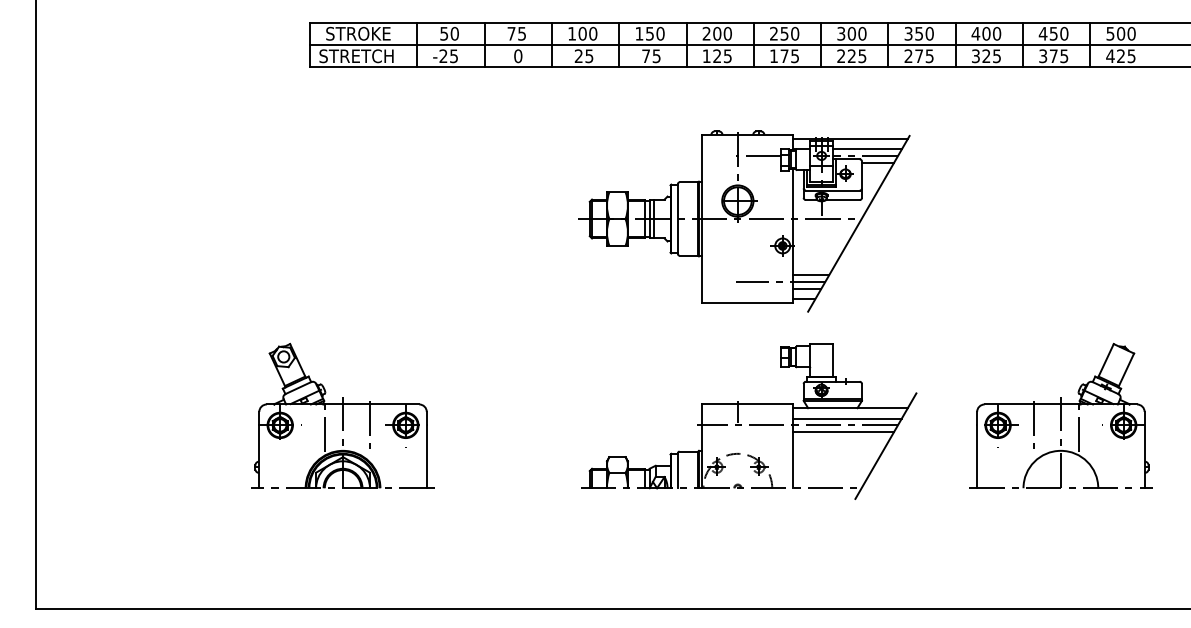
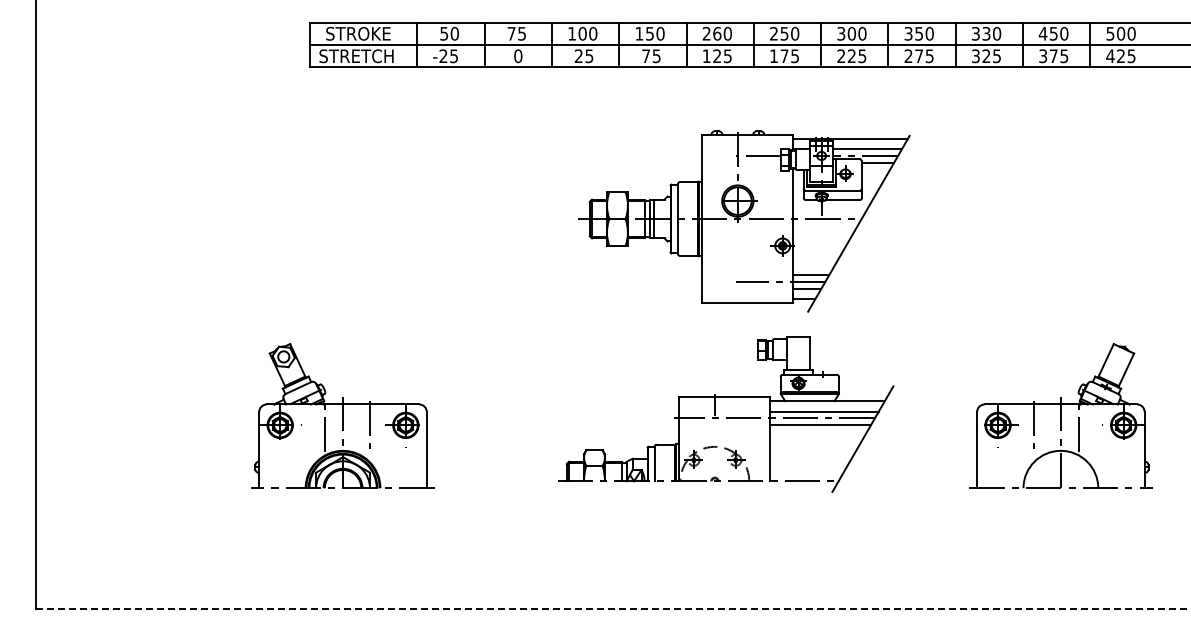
text at (717, 33): 200 -> 260
text at (980, 33): 400 -> 330
part at (749, 421) position: (749, 421) -> (726, 414)
line at (613, 609): solid -> dashed
